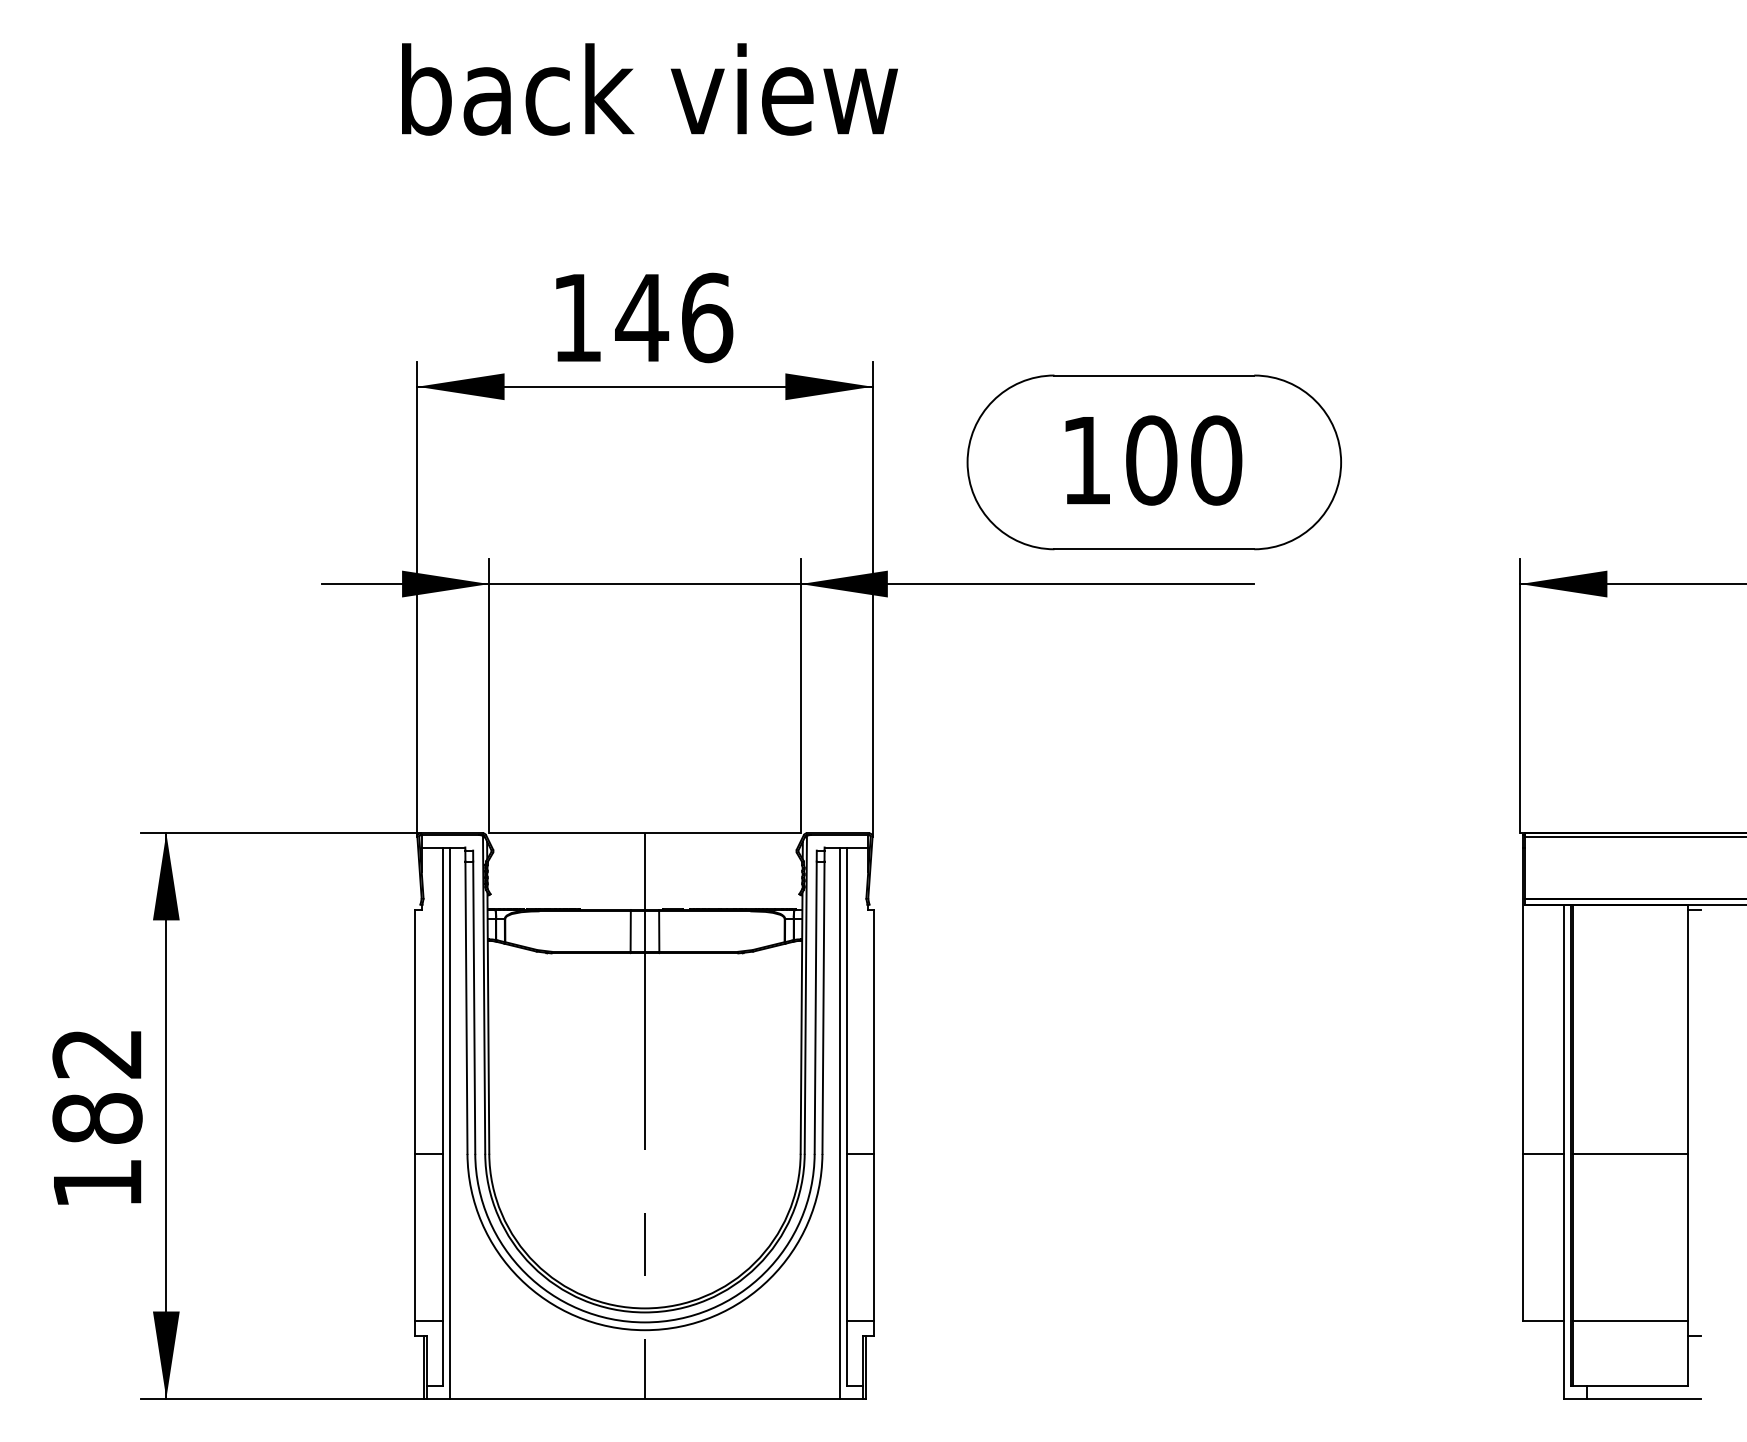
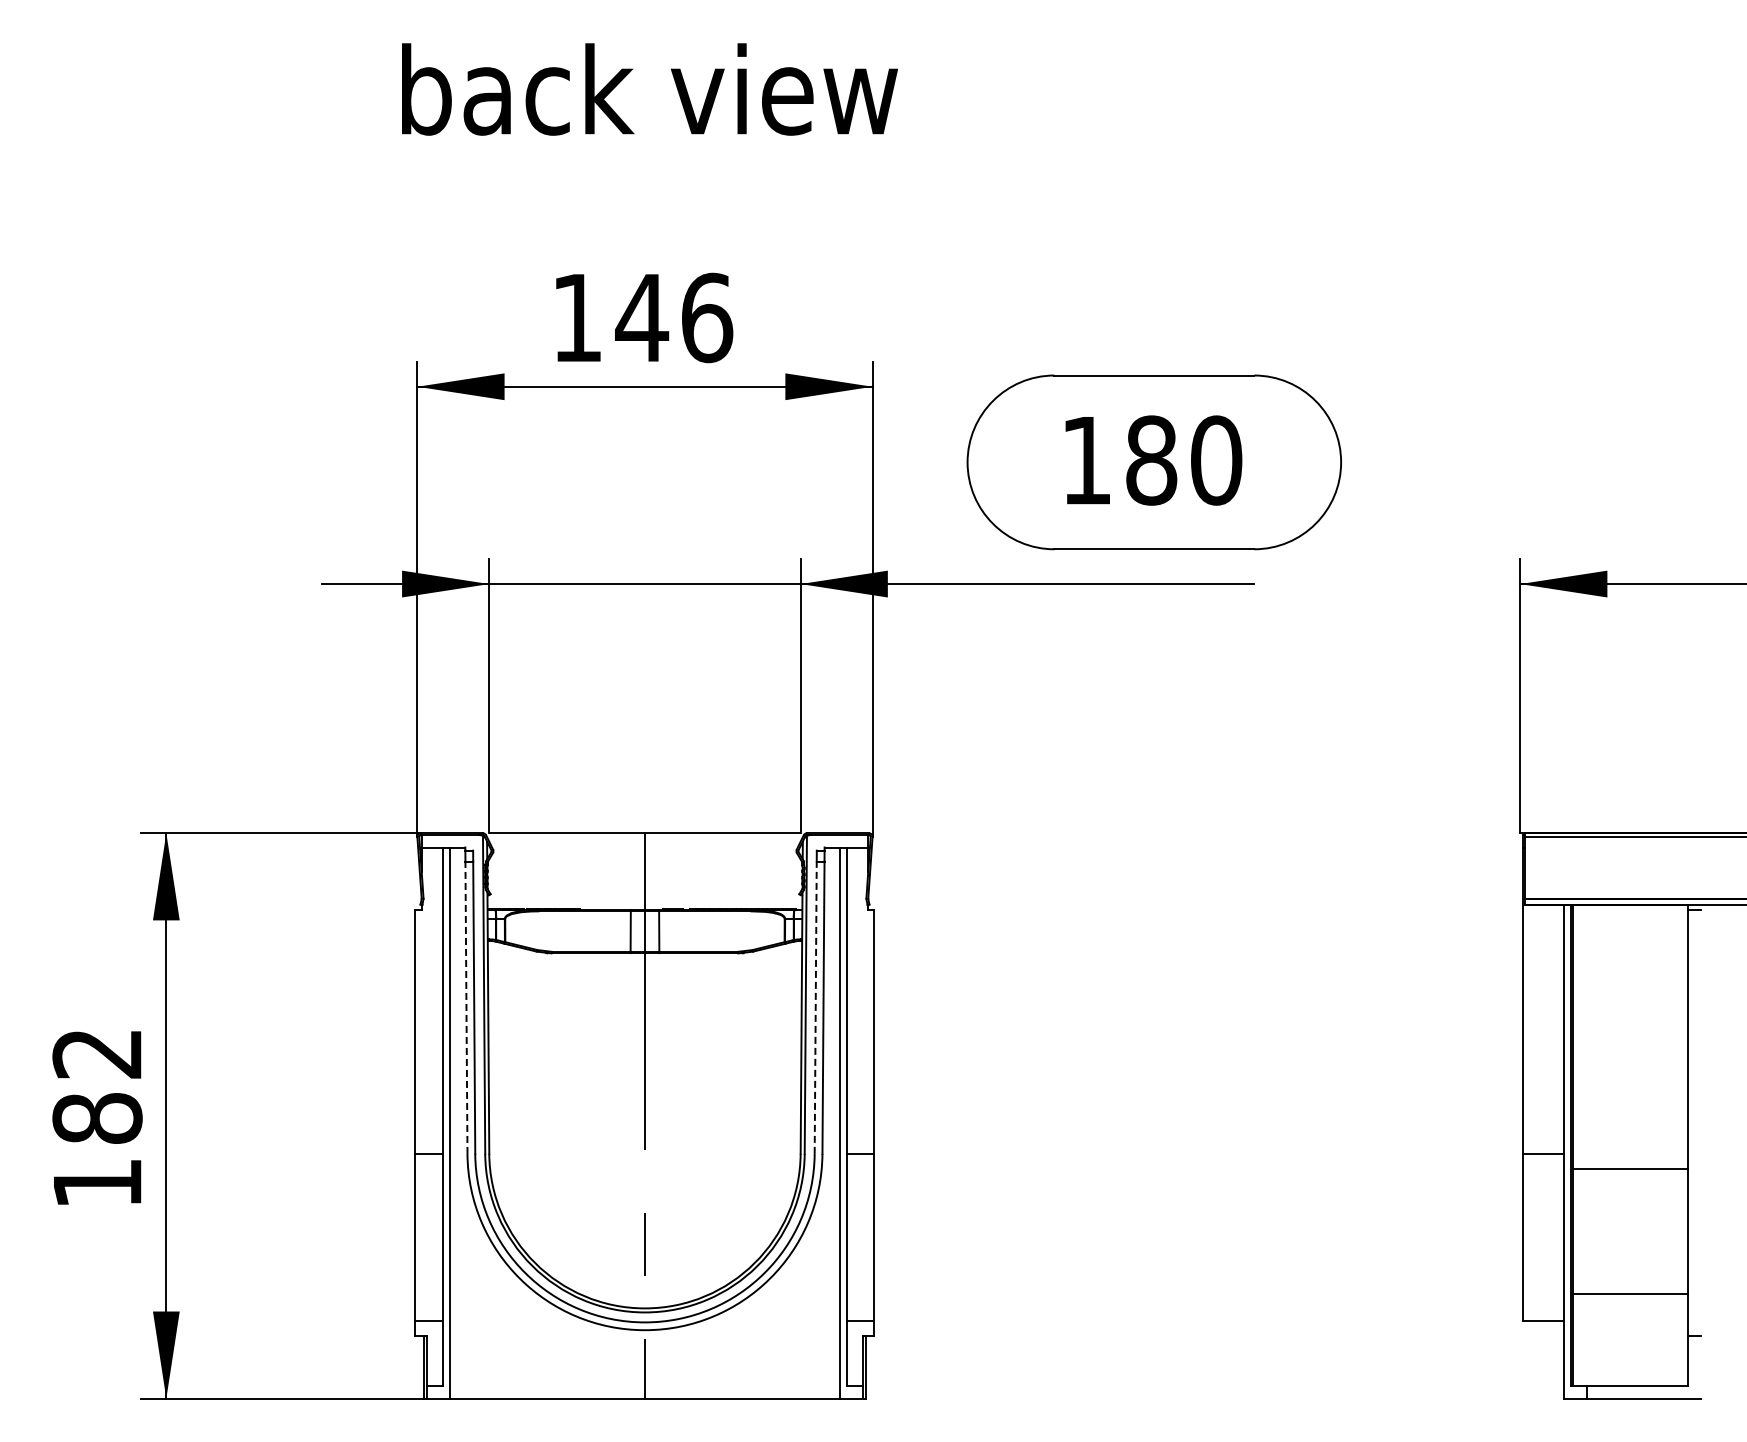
text at (1151, 460): 100 -> 180
line at (466, 1007): solid -> dashed
line at (815, 1007): solid -> dashed
line at (1630, 1153) position: (1630, 1153) -> (1630, 1168)
line at (1630, 1320) position: (1630, 1320) -> (1630, 1293)
